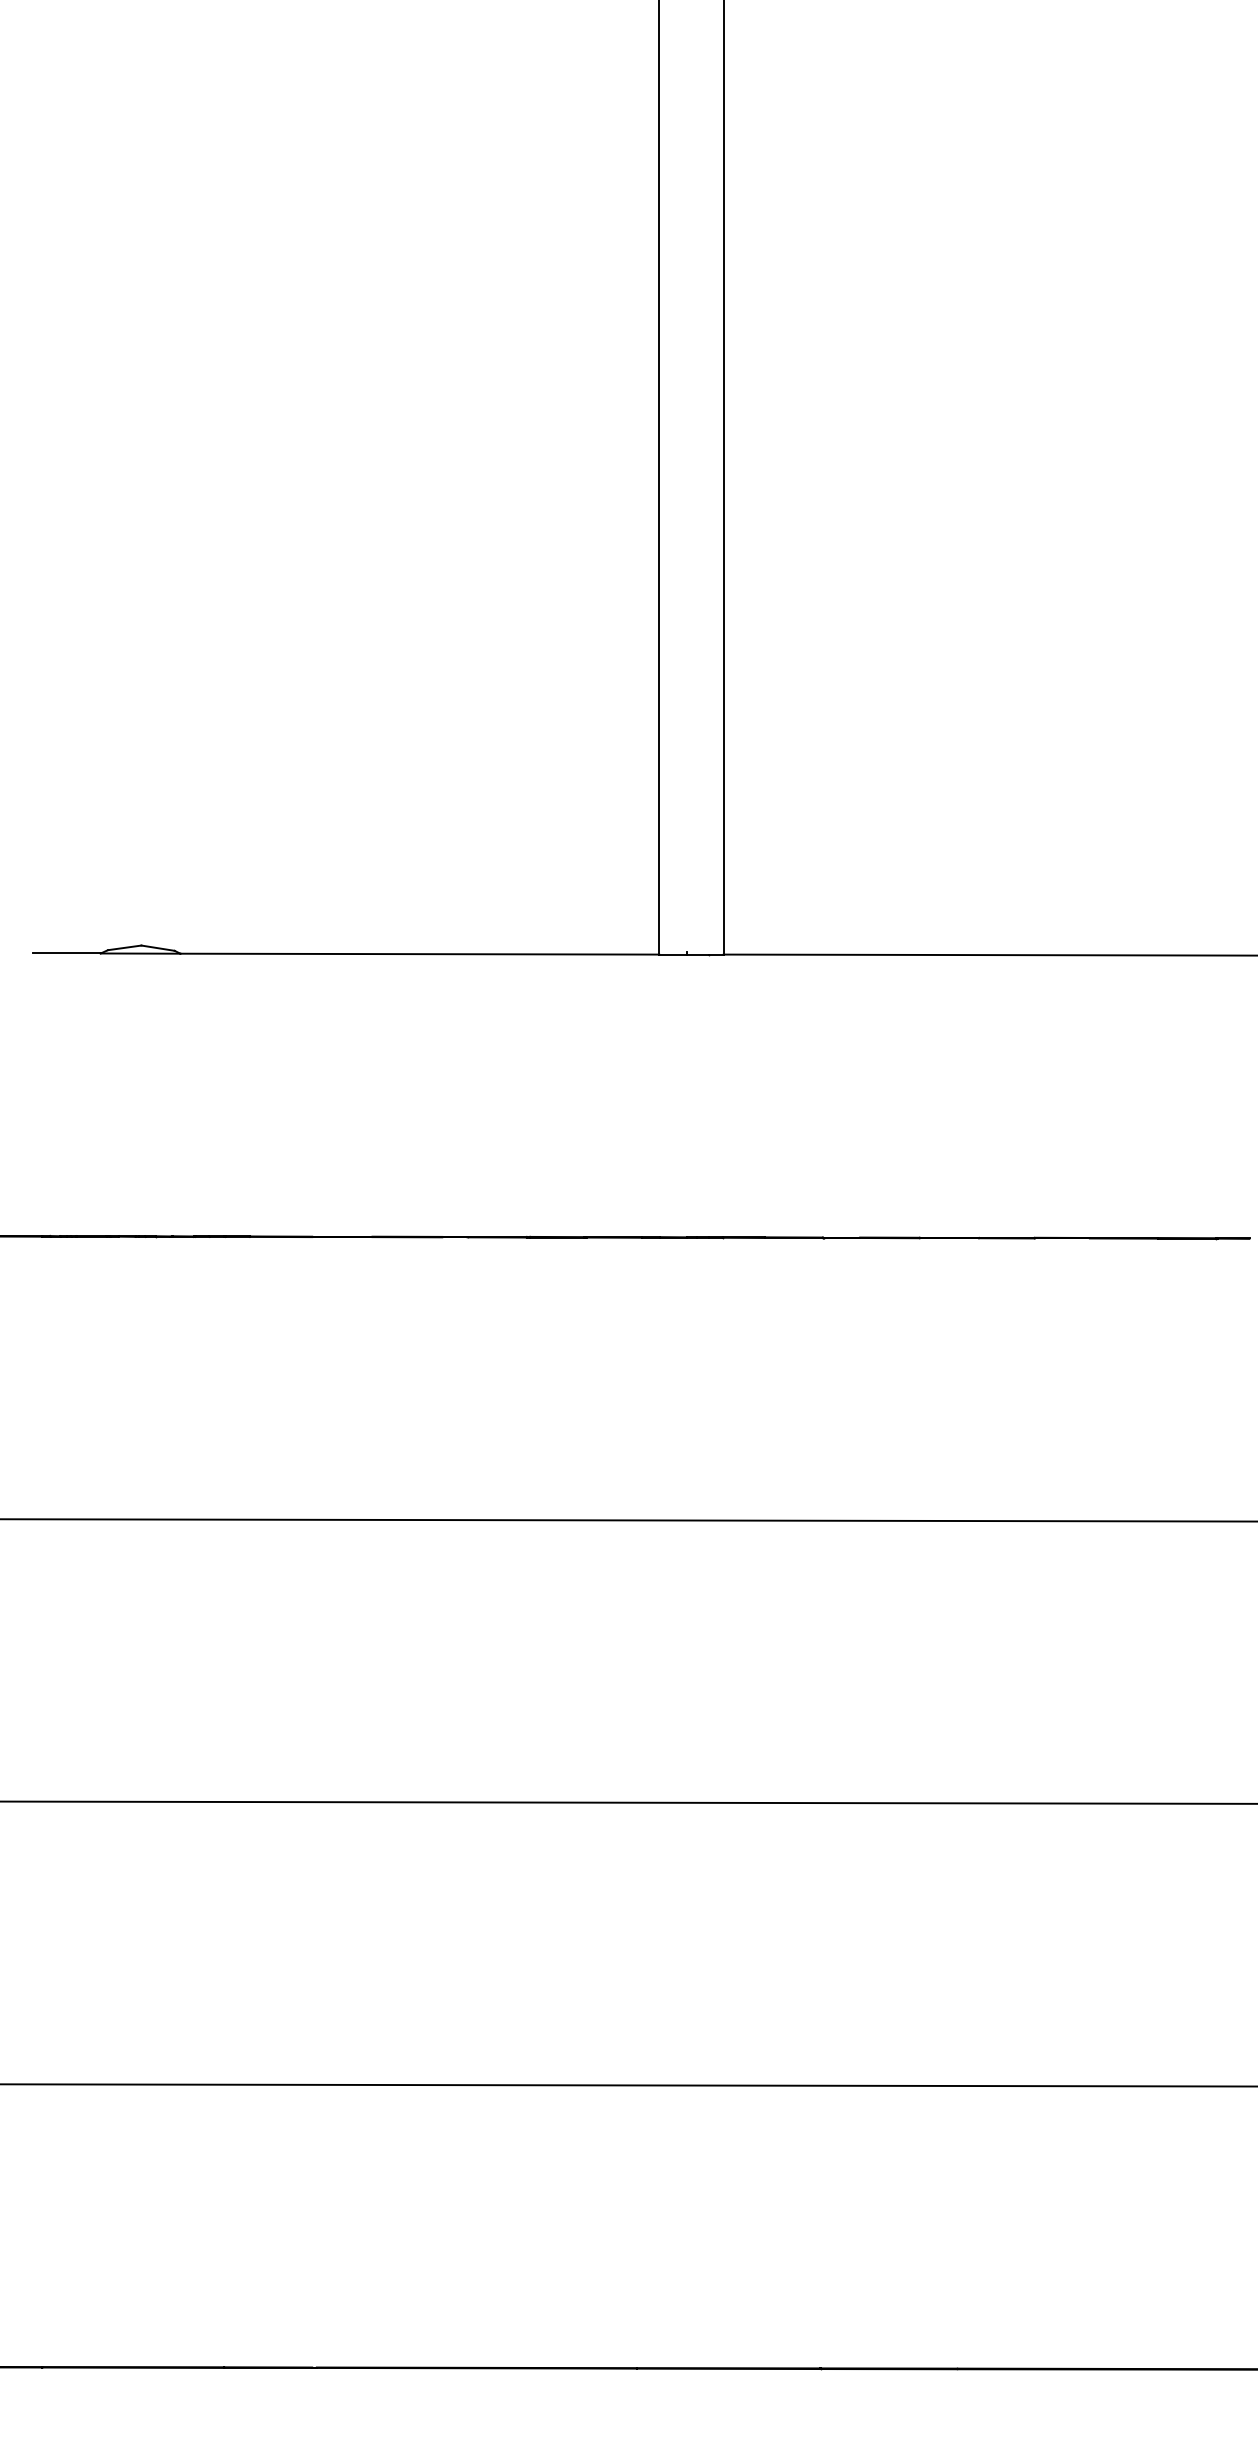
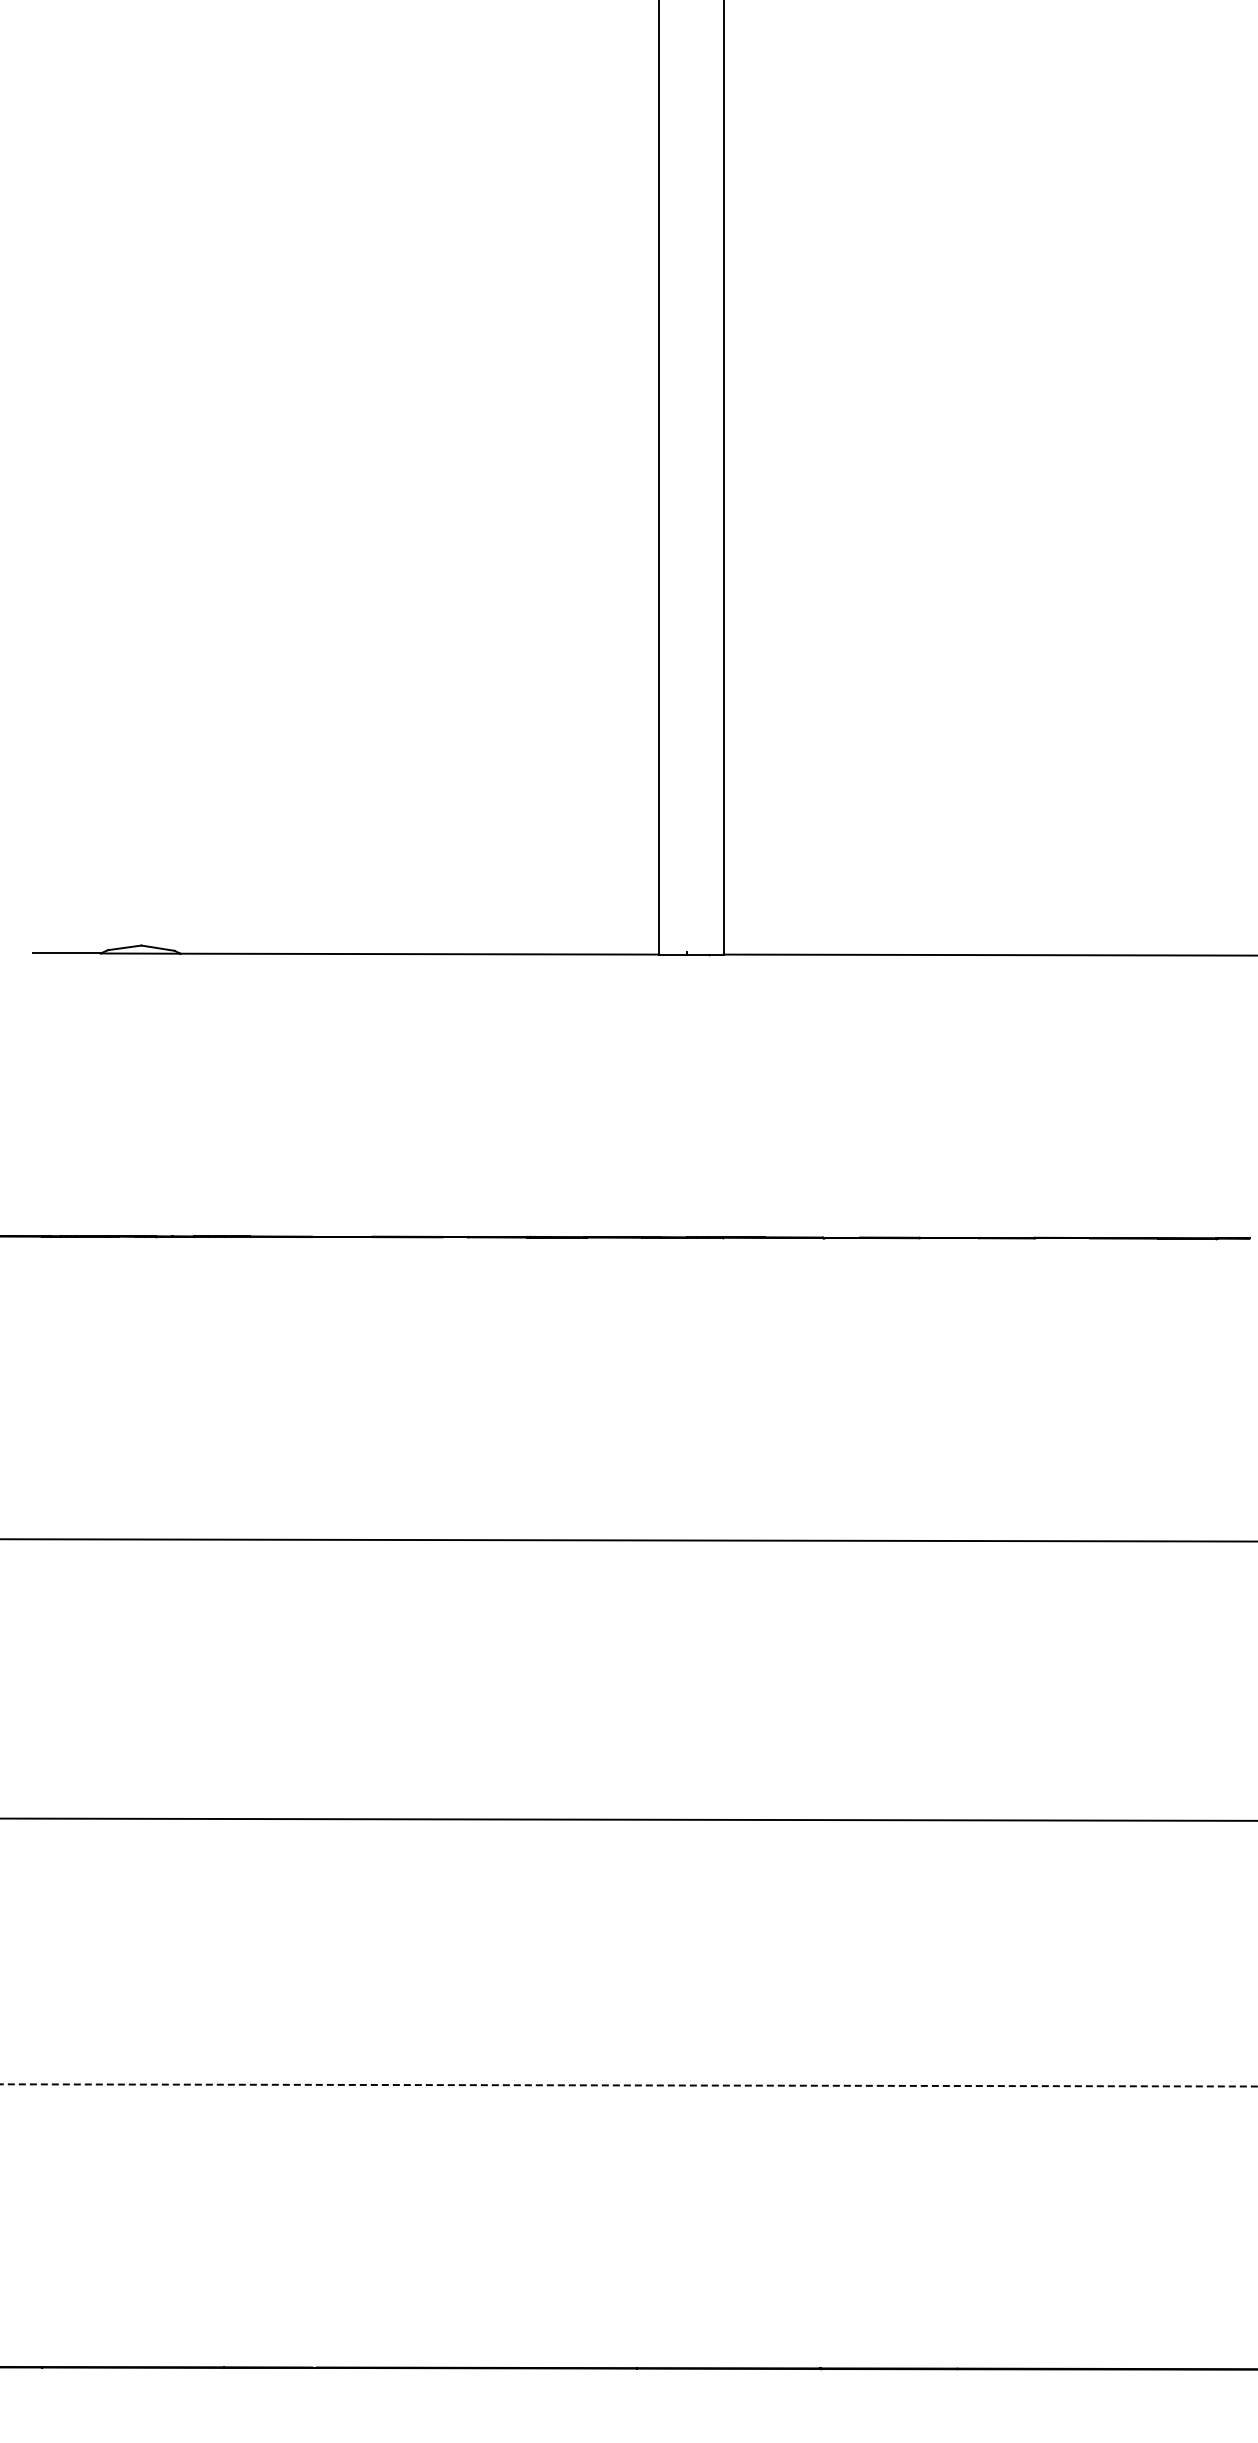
line at (628, 1520) position: (628, 1520) -> (628, 1540)
line at (628, 1802) position: (628, 1802) -> (628, 1819)
line at (628, 2085): solid -> dashed
